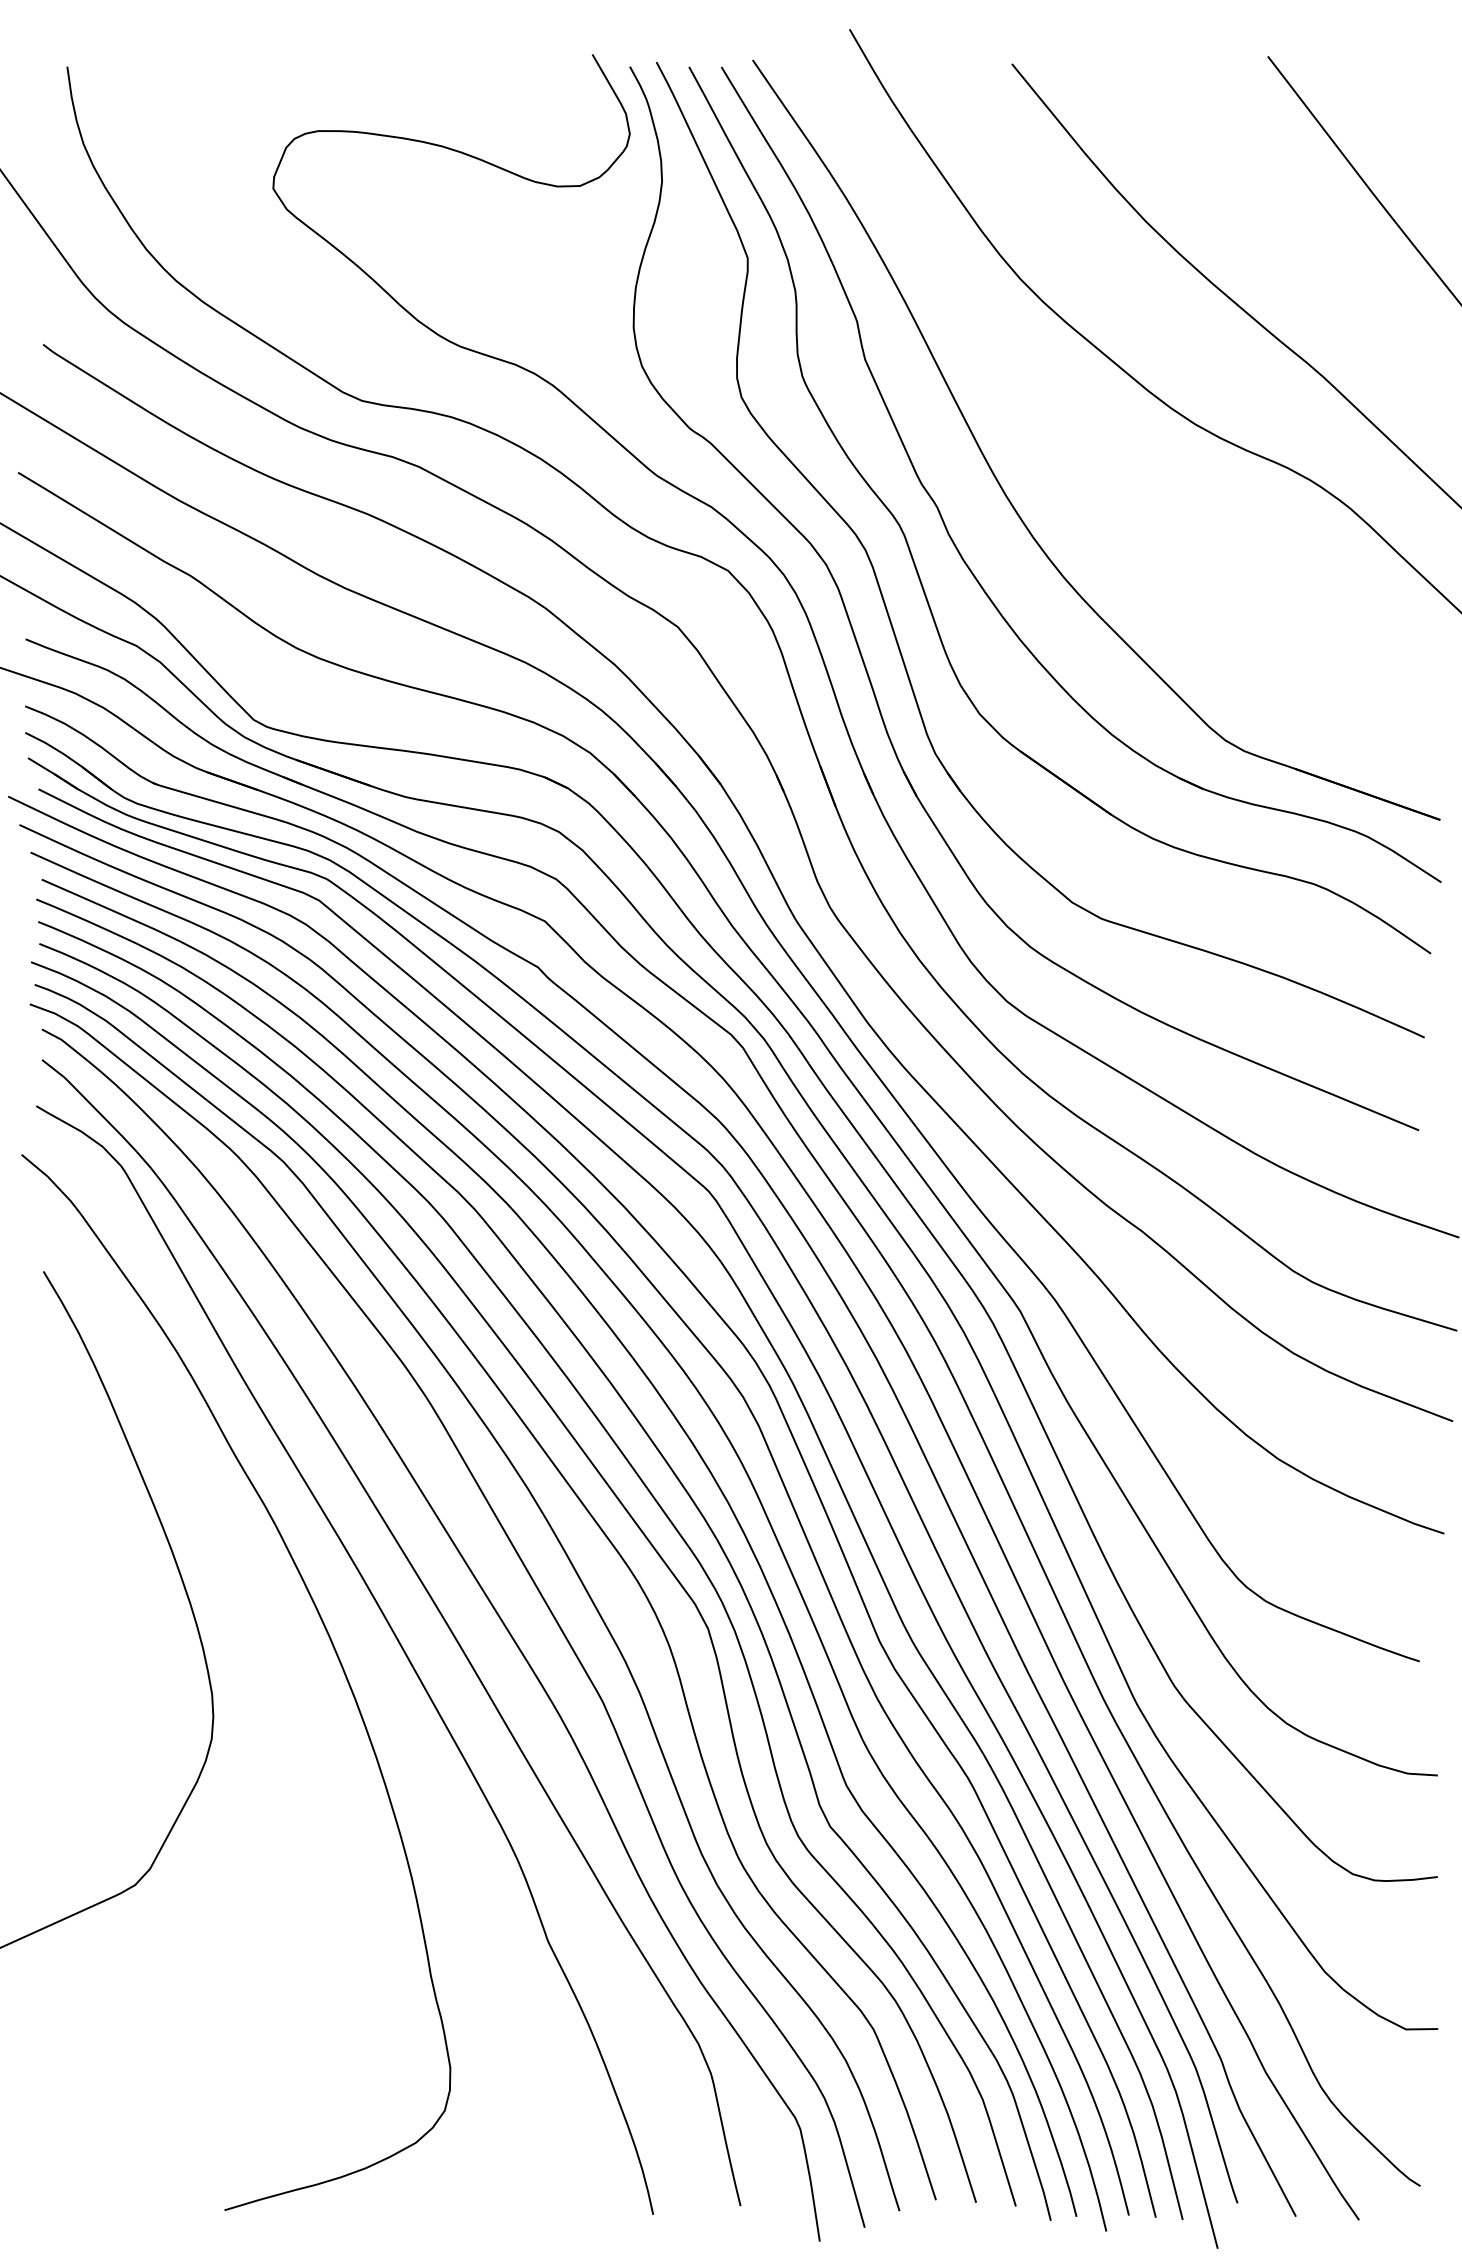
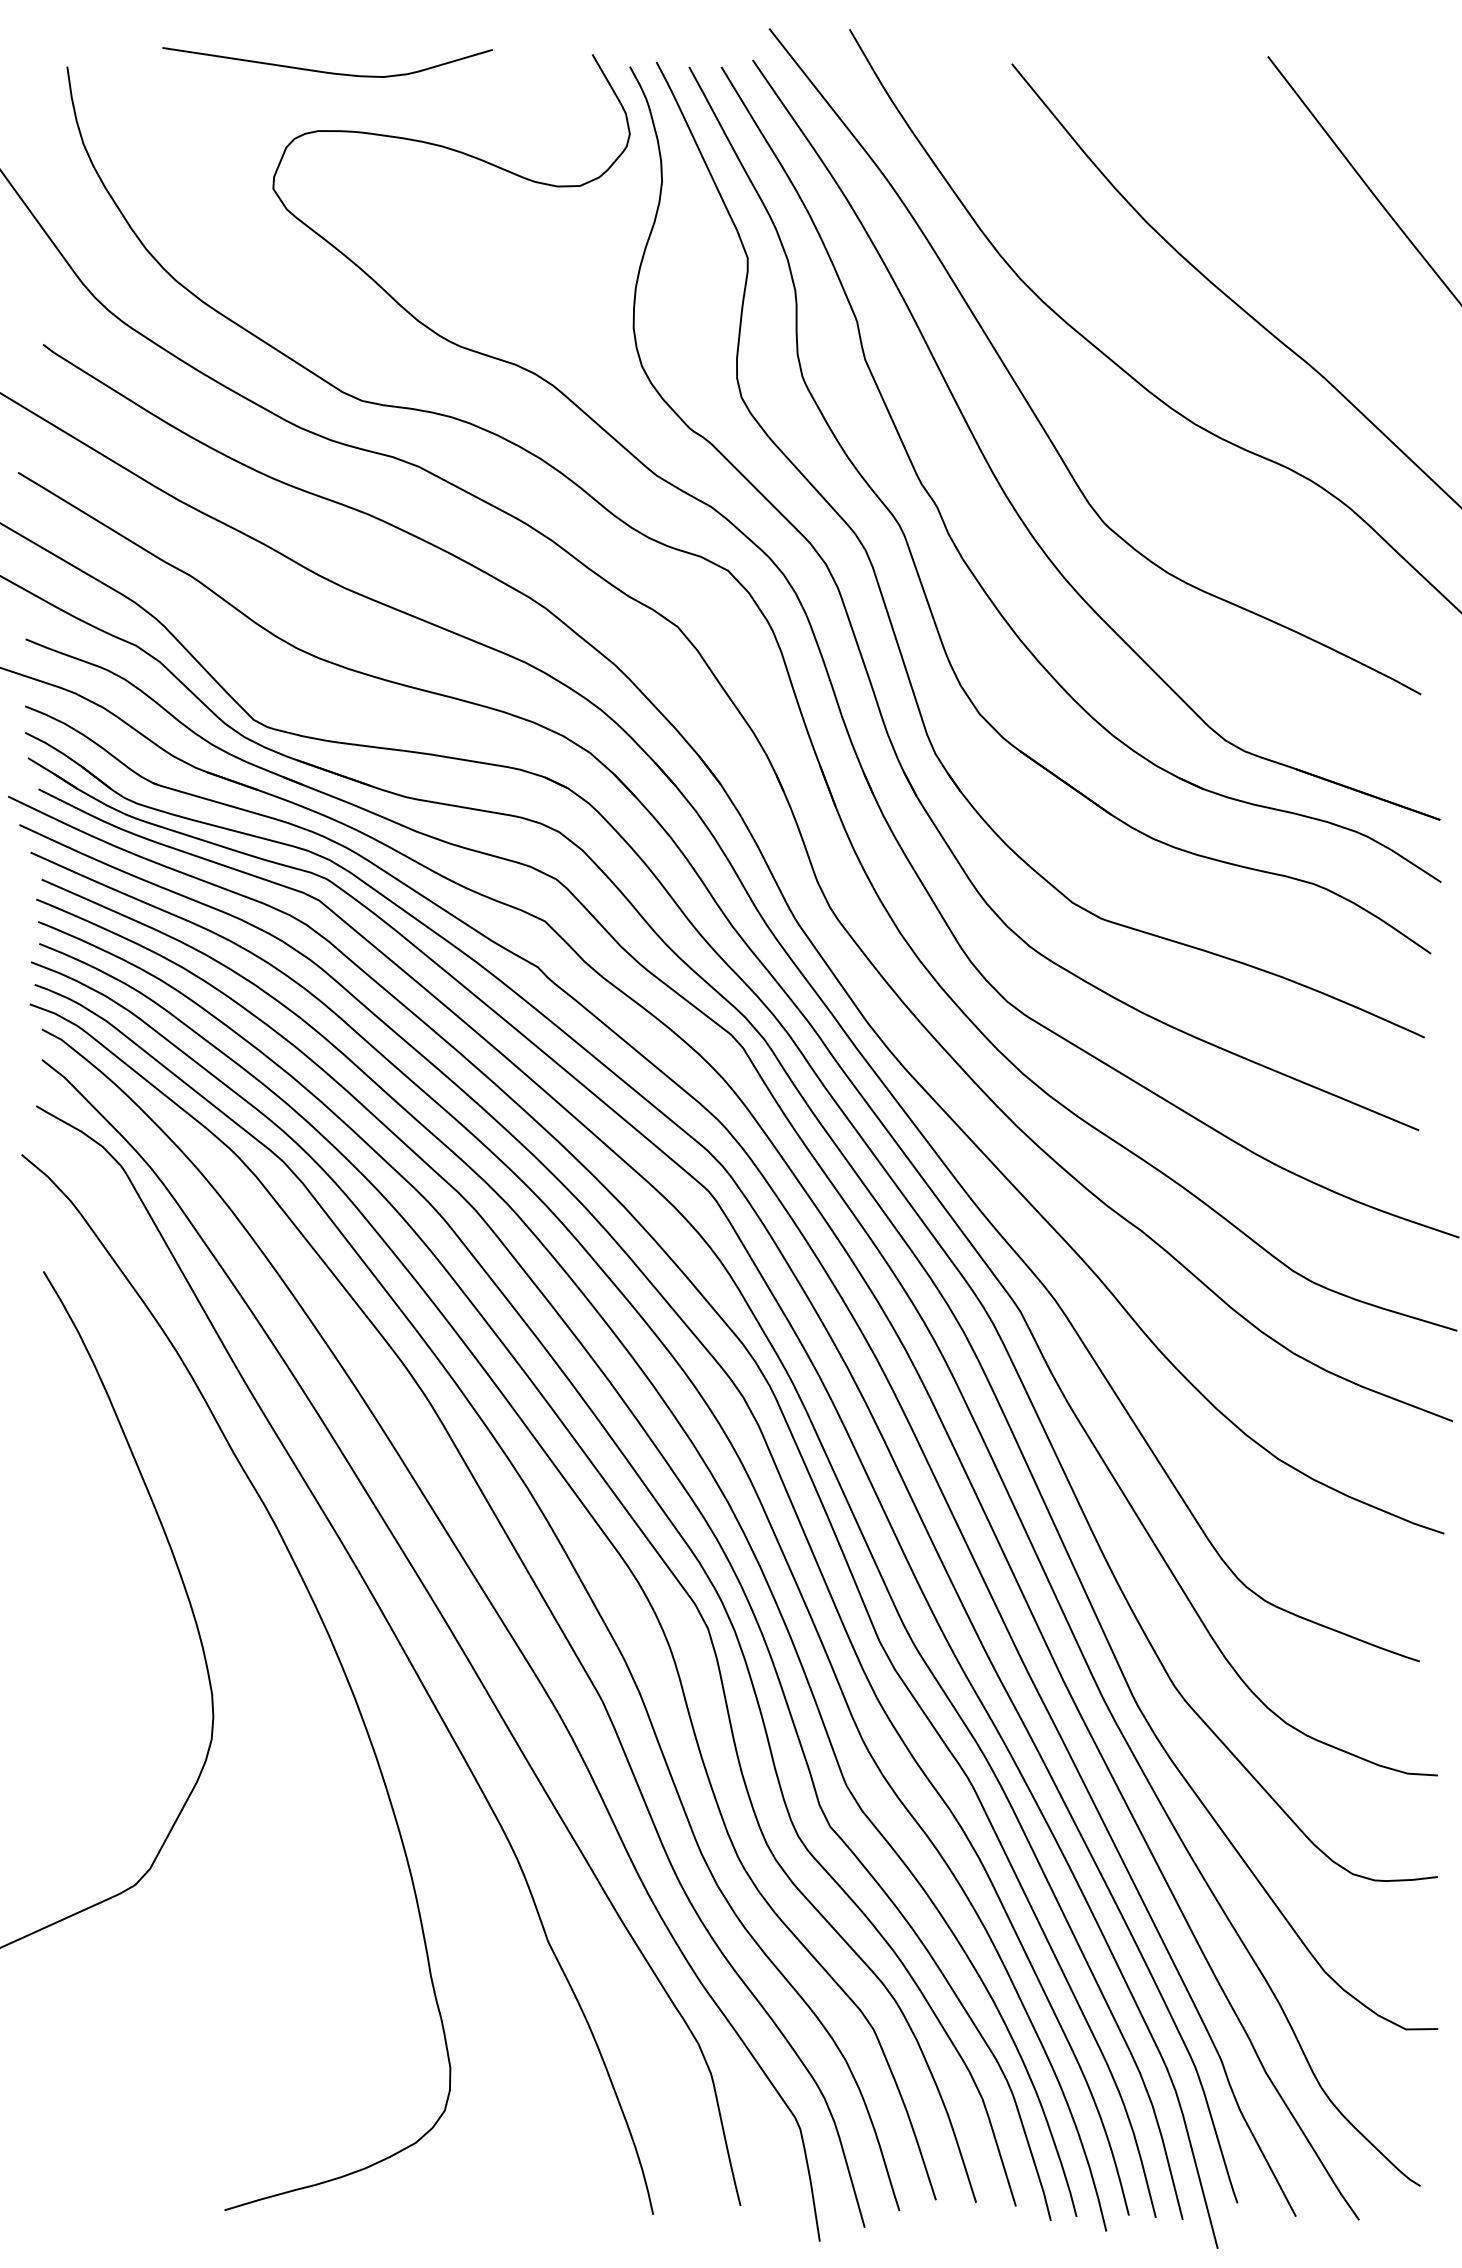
curve at (327, 71): none -> present
curve at (1029, 403): none -> present
